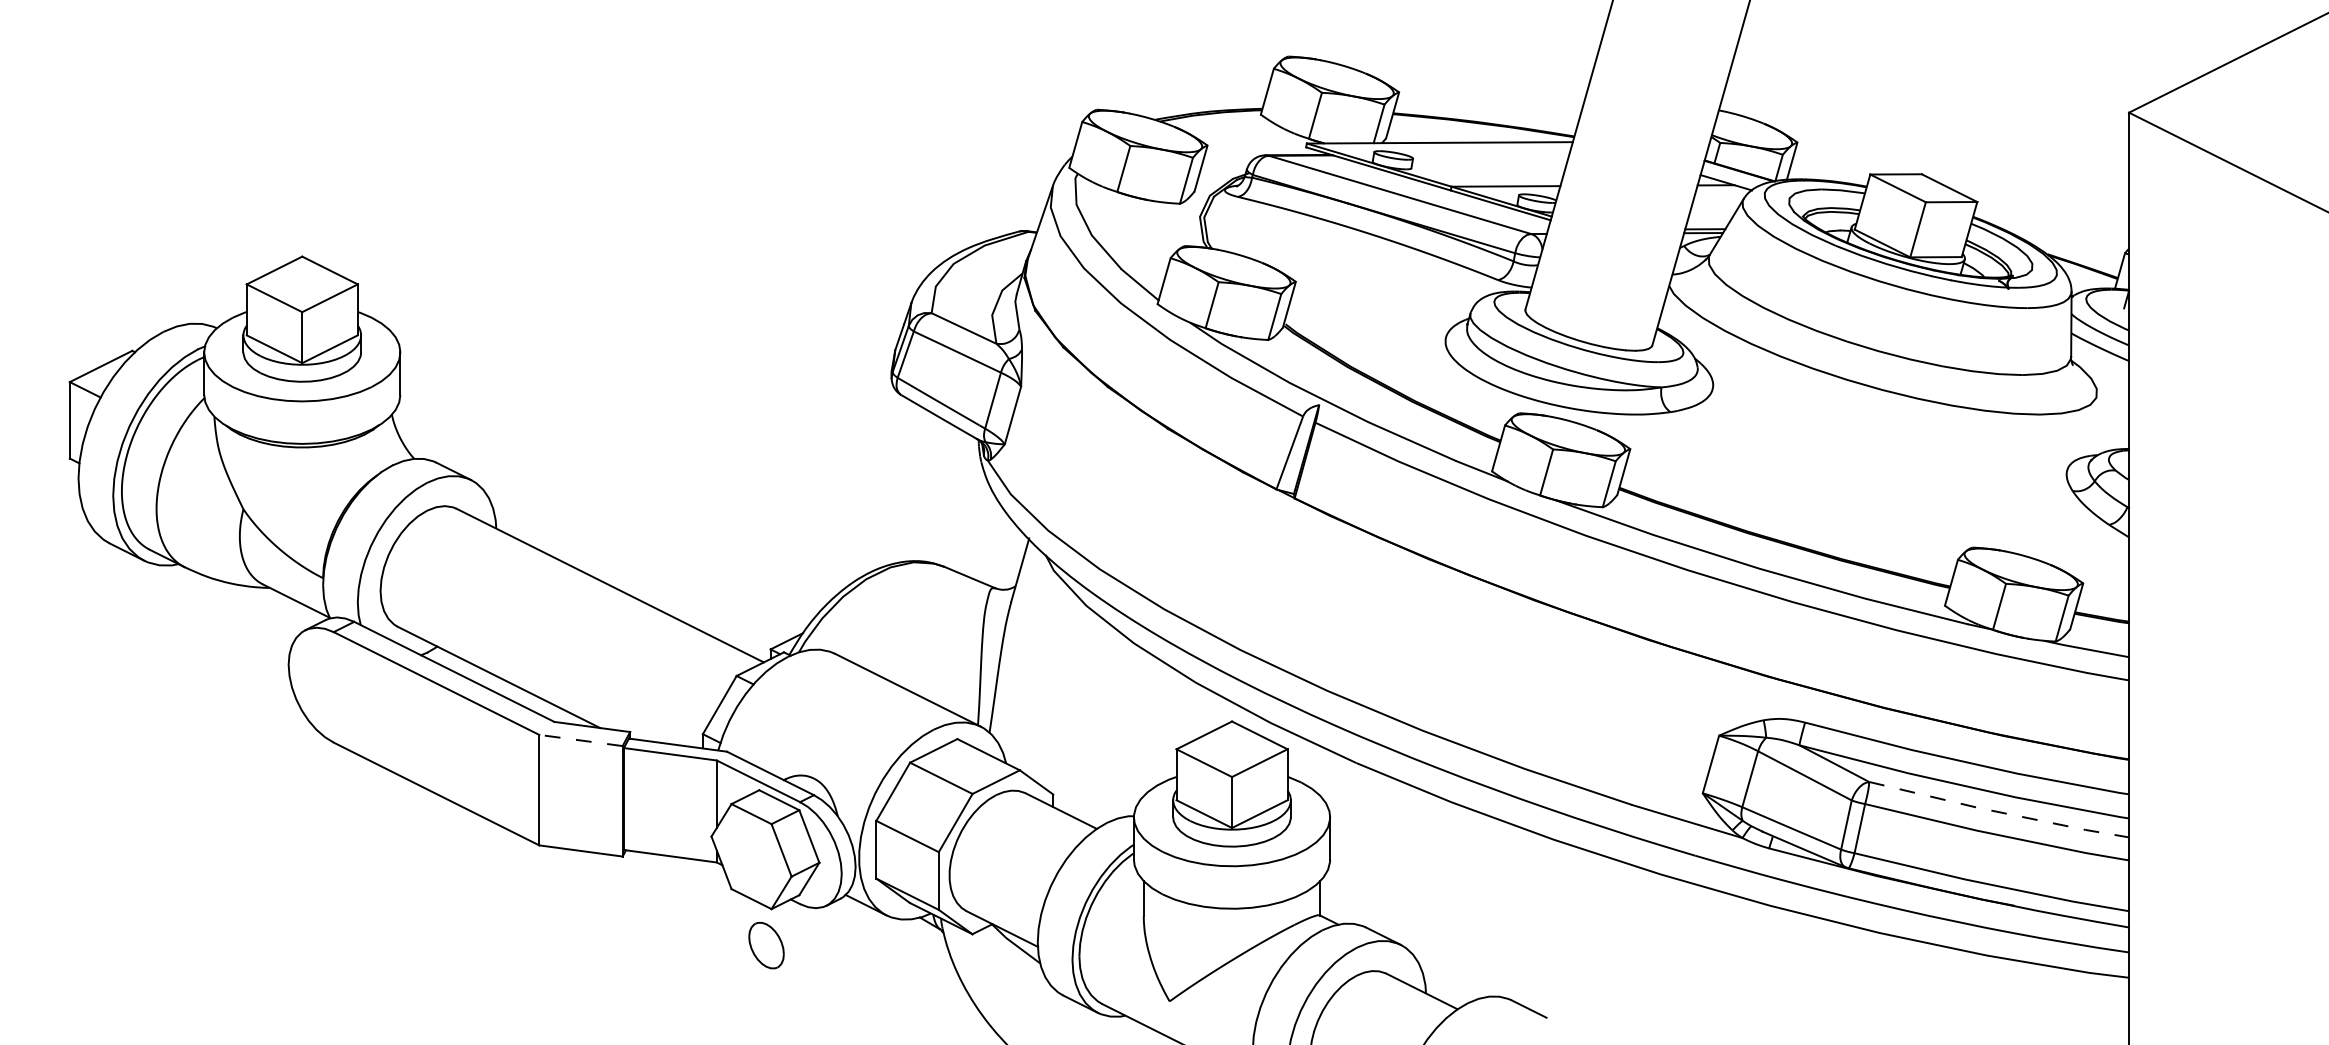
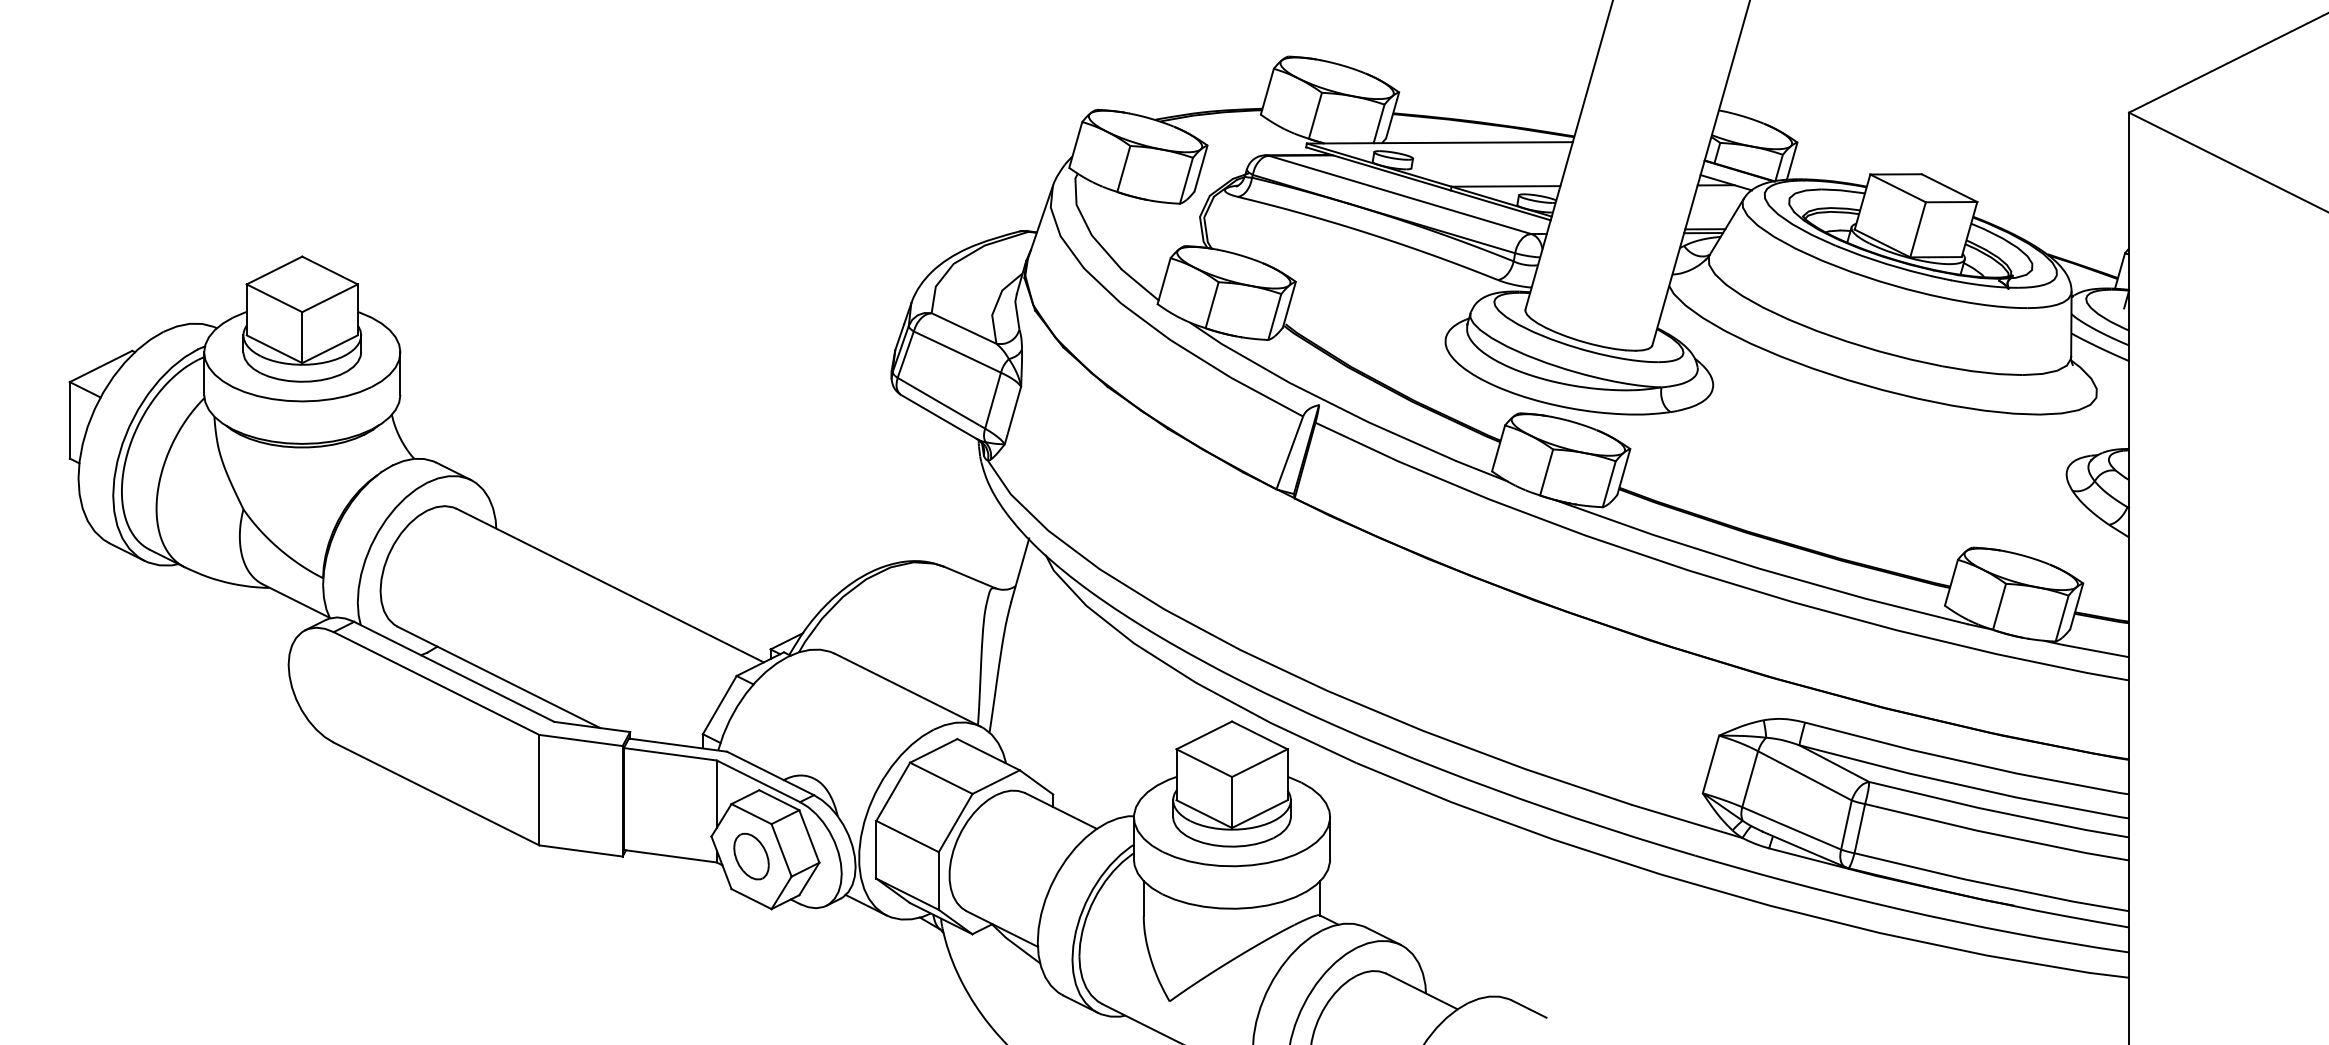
line at (580, 740): dashed -> solid
line at (1999, 812): dashed -> solid
part at (766, 945) position: (766, 945) -> (751, 856)
